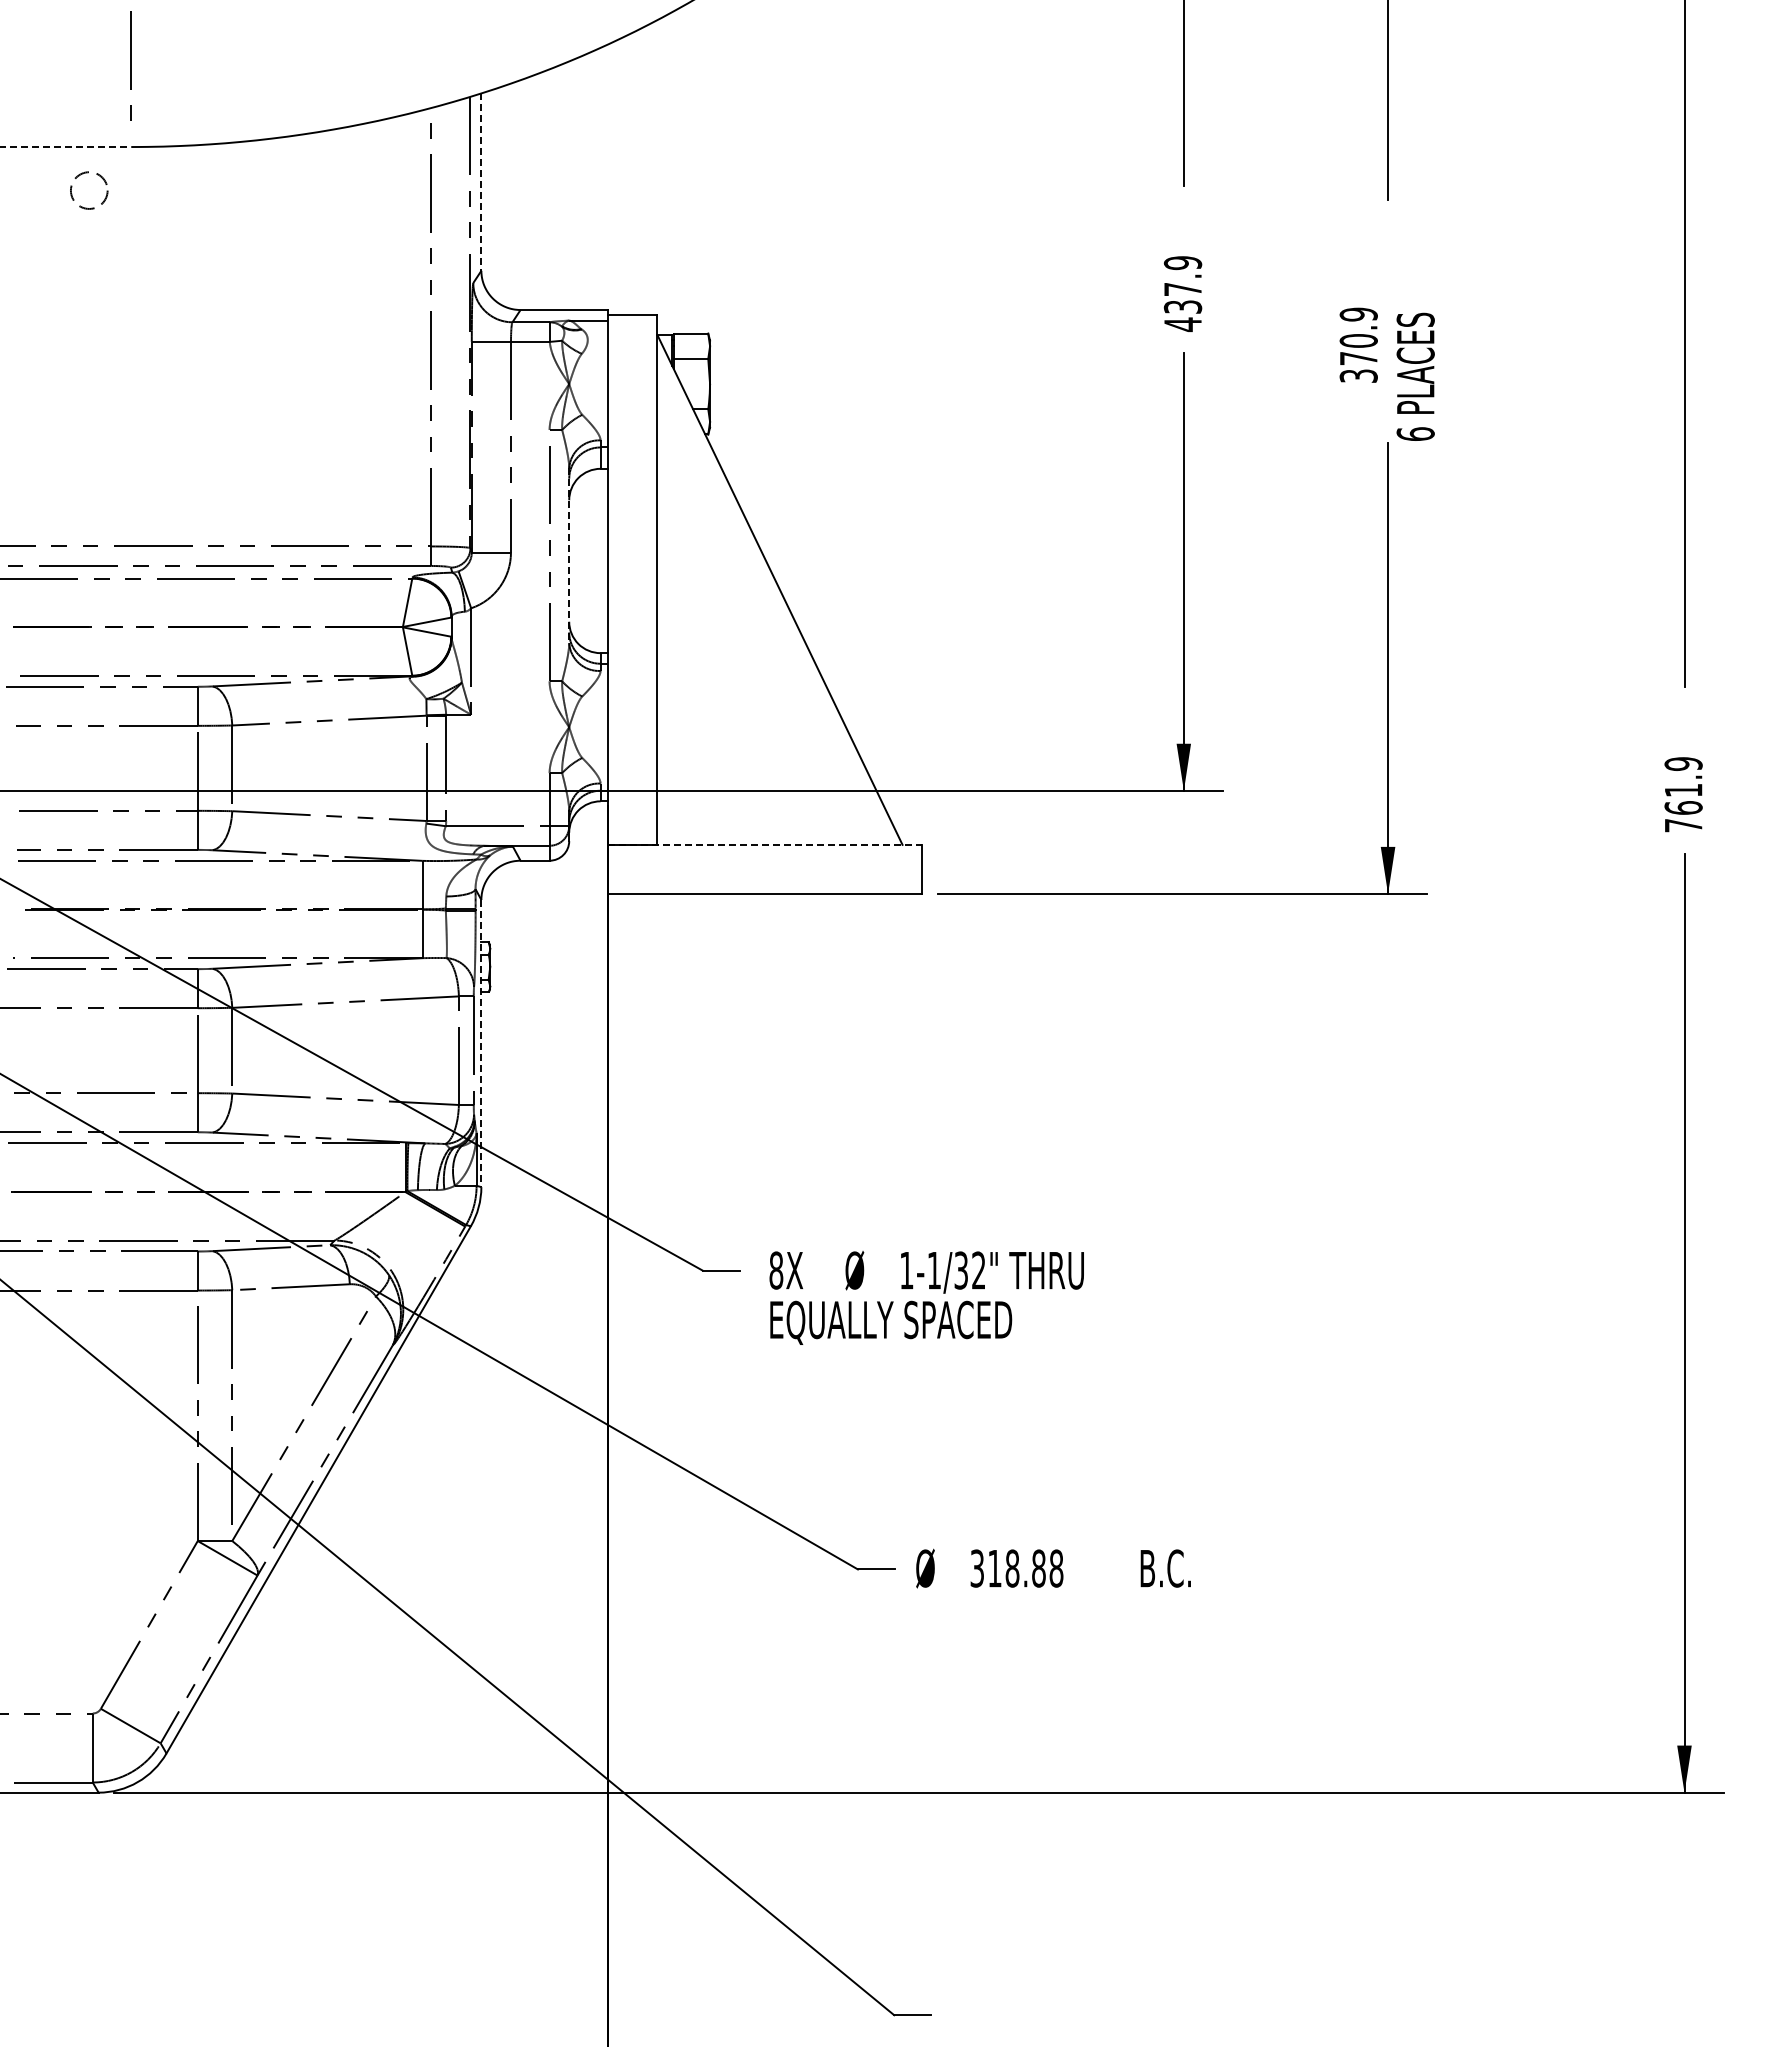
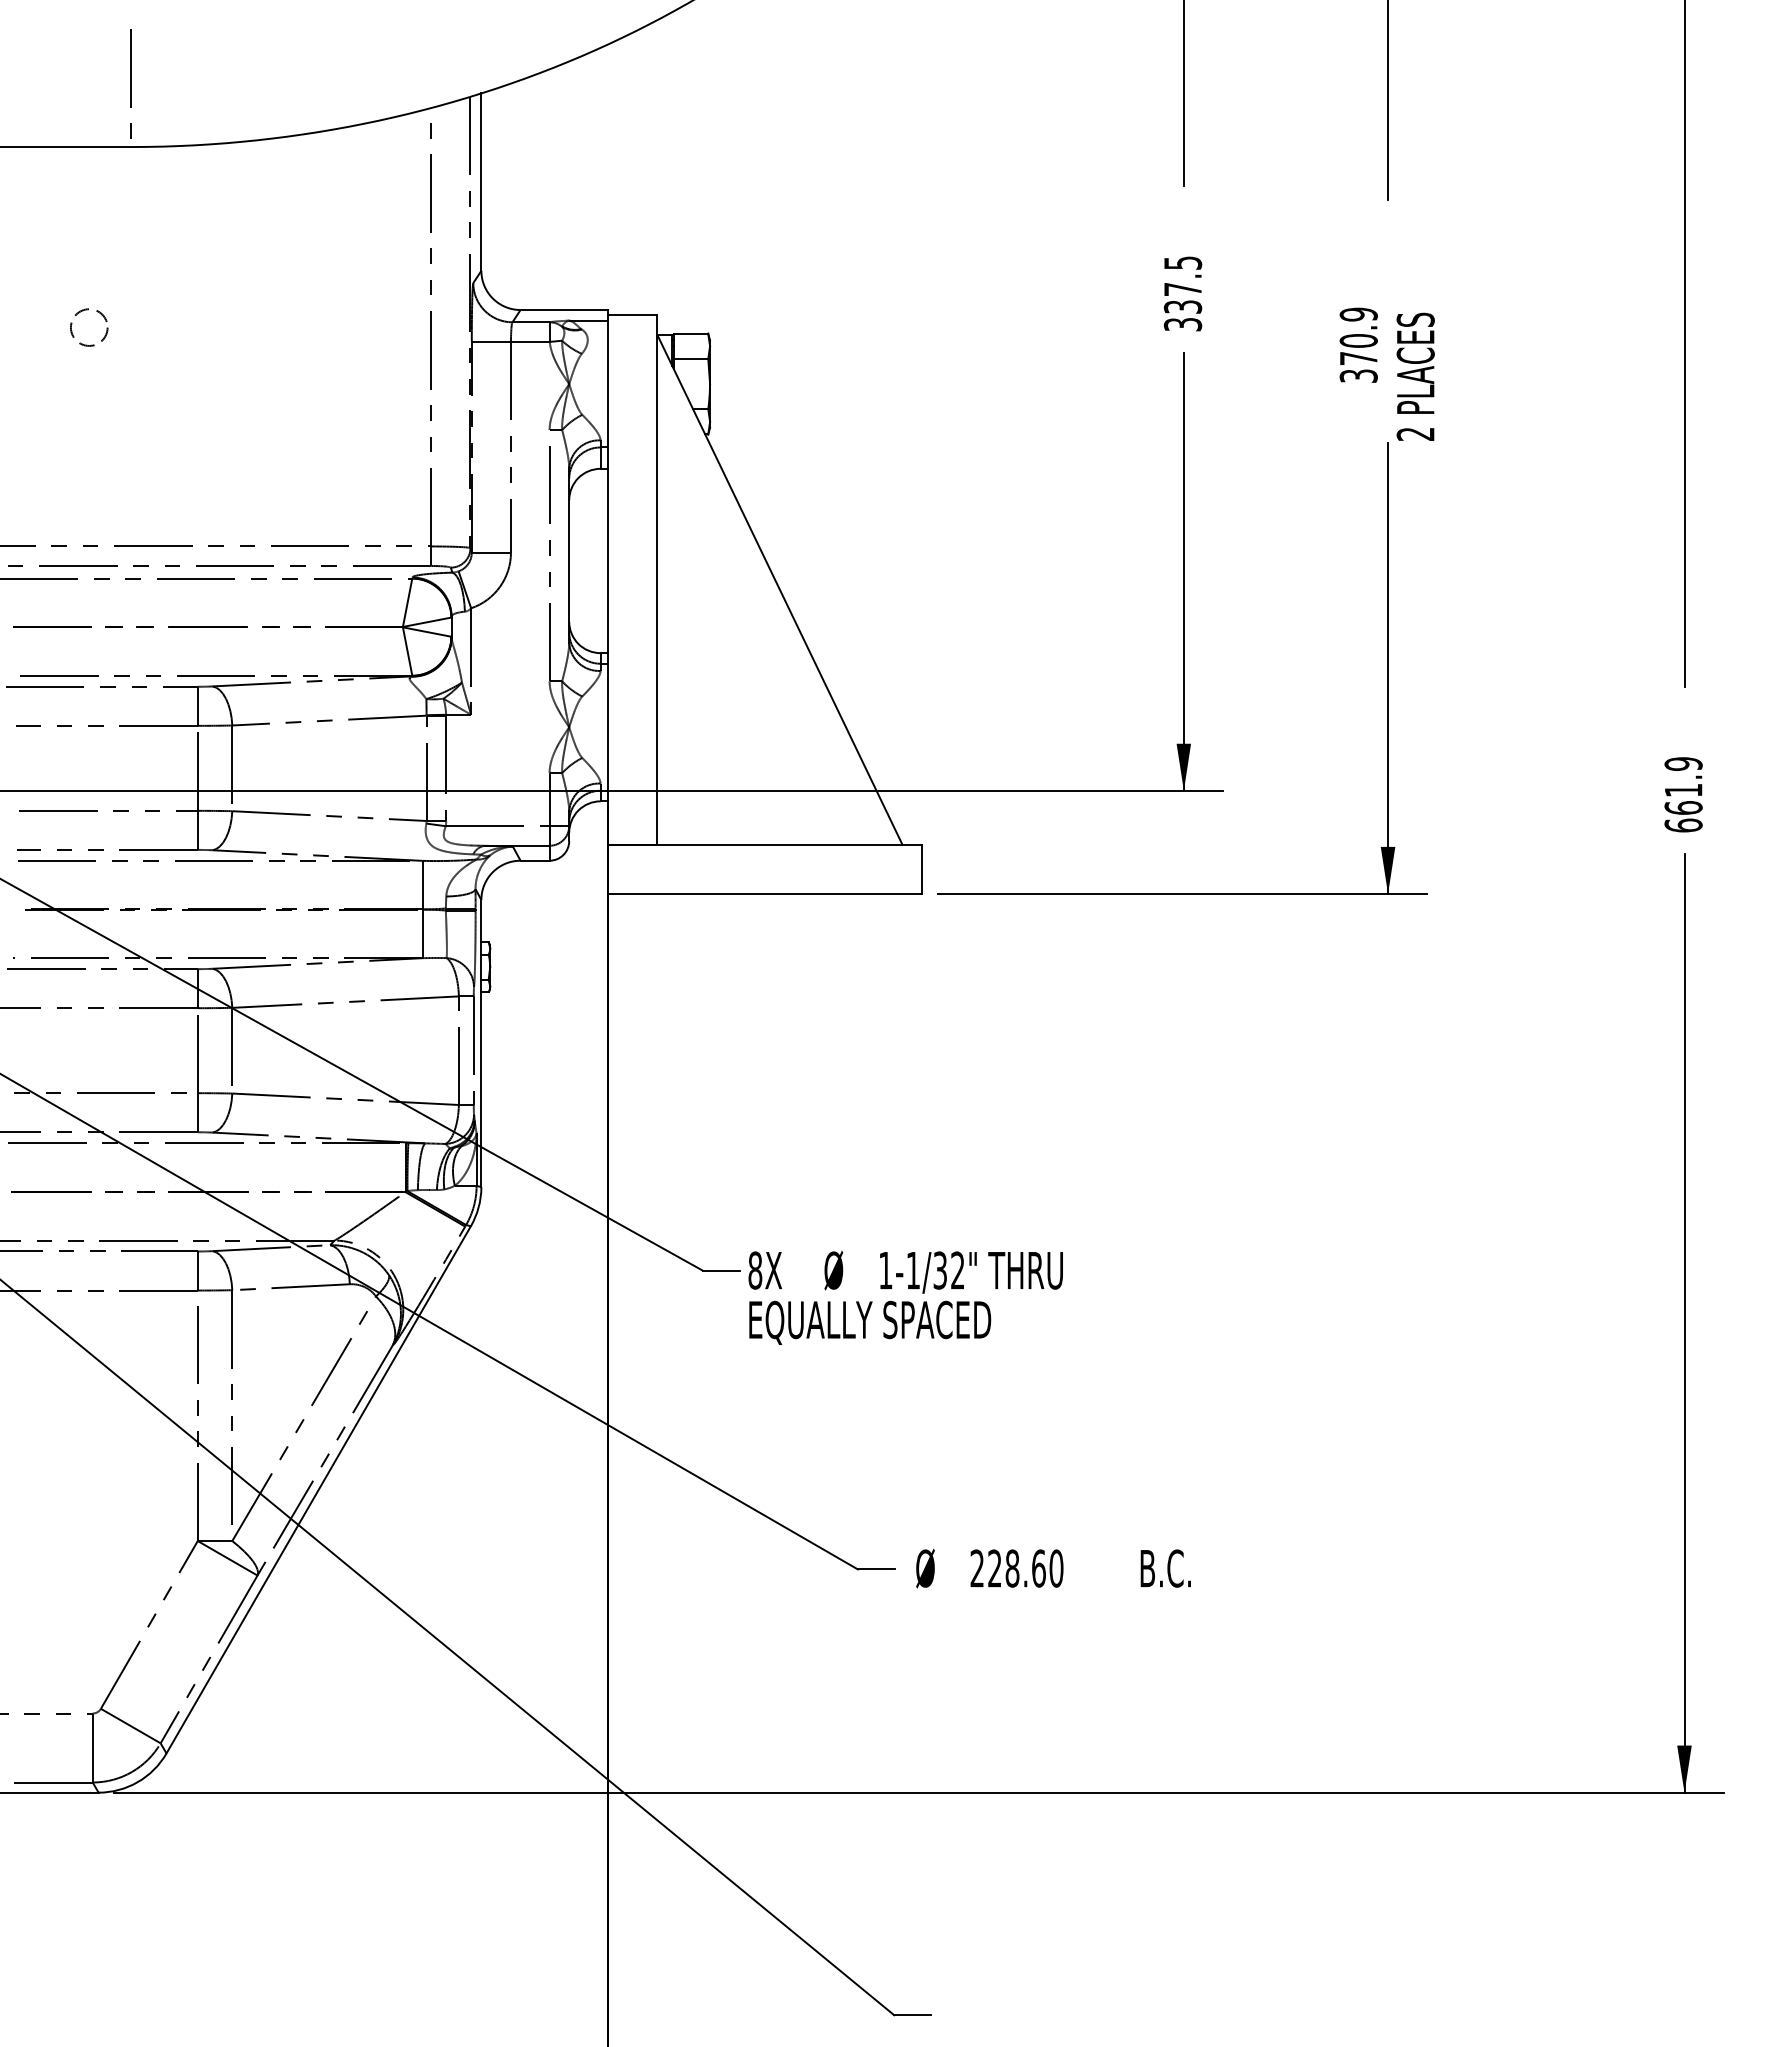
line at (130, 65) position: (130, 65) -> (130, 83)
line at (66, 147): dashed -> solid
line at (481, 182): dashed -> solid
circle at (89, 190) position: (89, 190) -> (89, 327)
text at (1182, 294): 437.9 -> 337.5
text at (1415, 433): 6 -> 2
line at (569, 556): dashed -> solid
text at (1683, 825): 761.9 -> 661.9
line at (765, 844): dashed -> solid
line at (481, 1043): dashed -> solid
text at (926, 1297) position: (926, 1297) -> (905, 1297)
text at (1016, 1568): 318.88 -> 228.60
